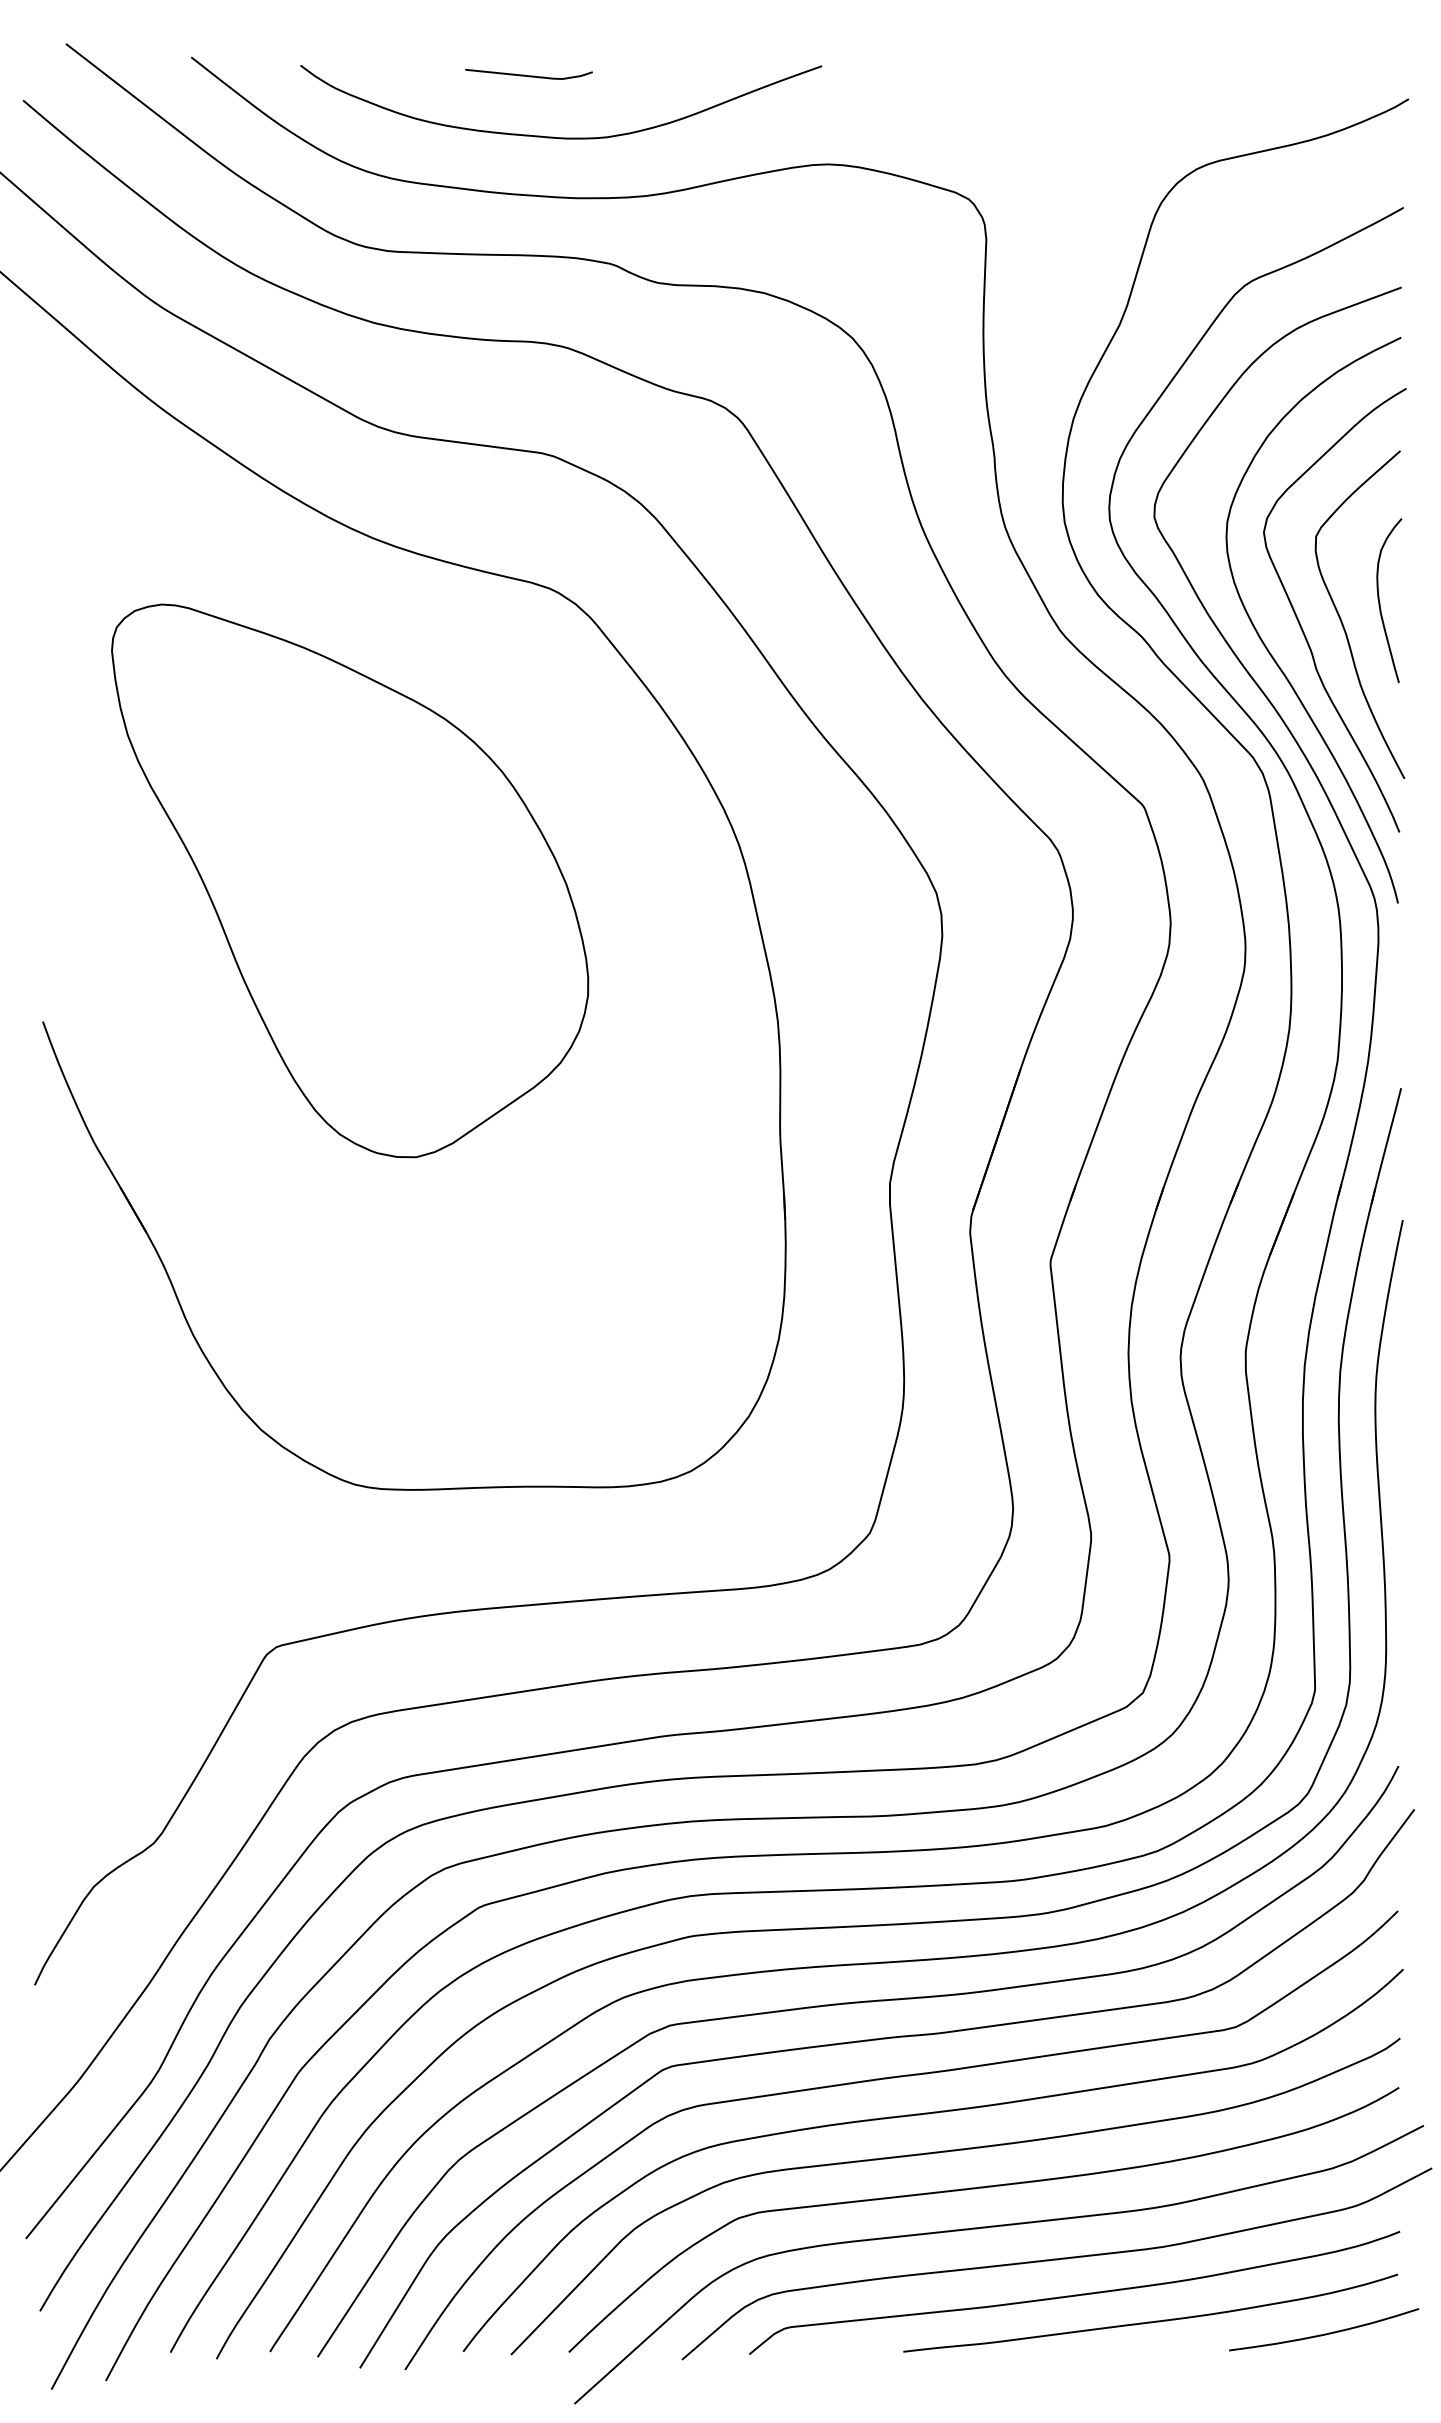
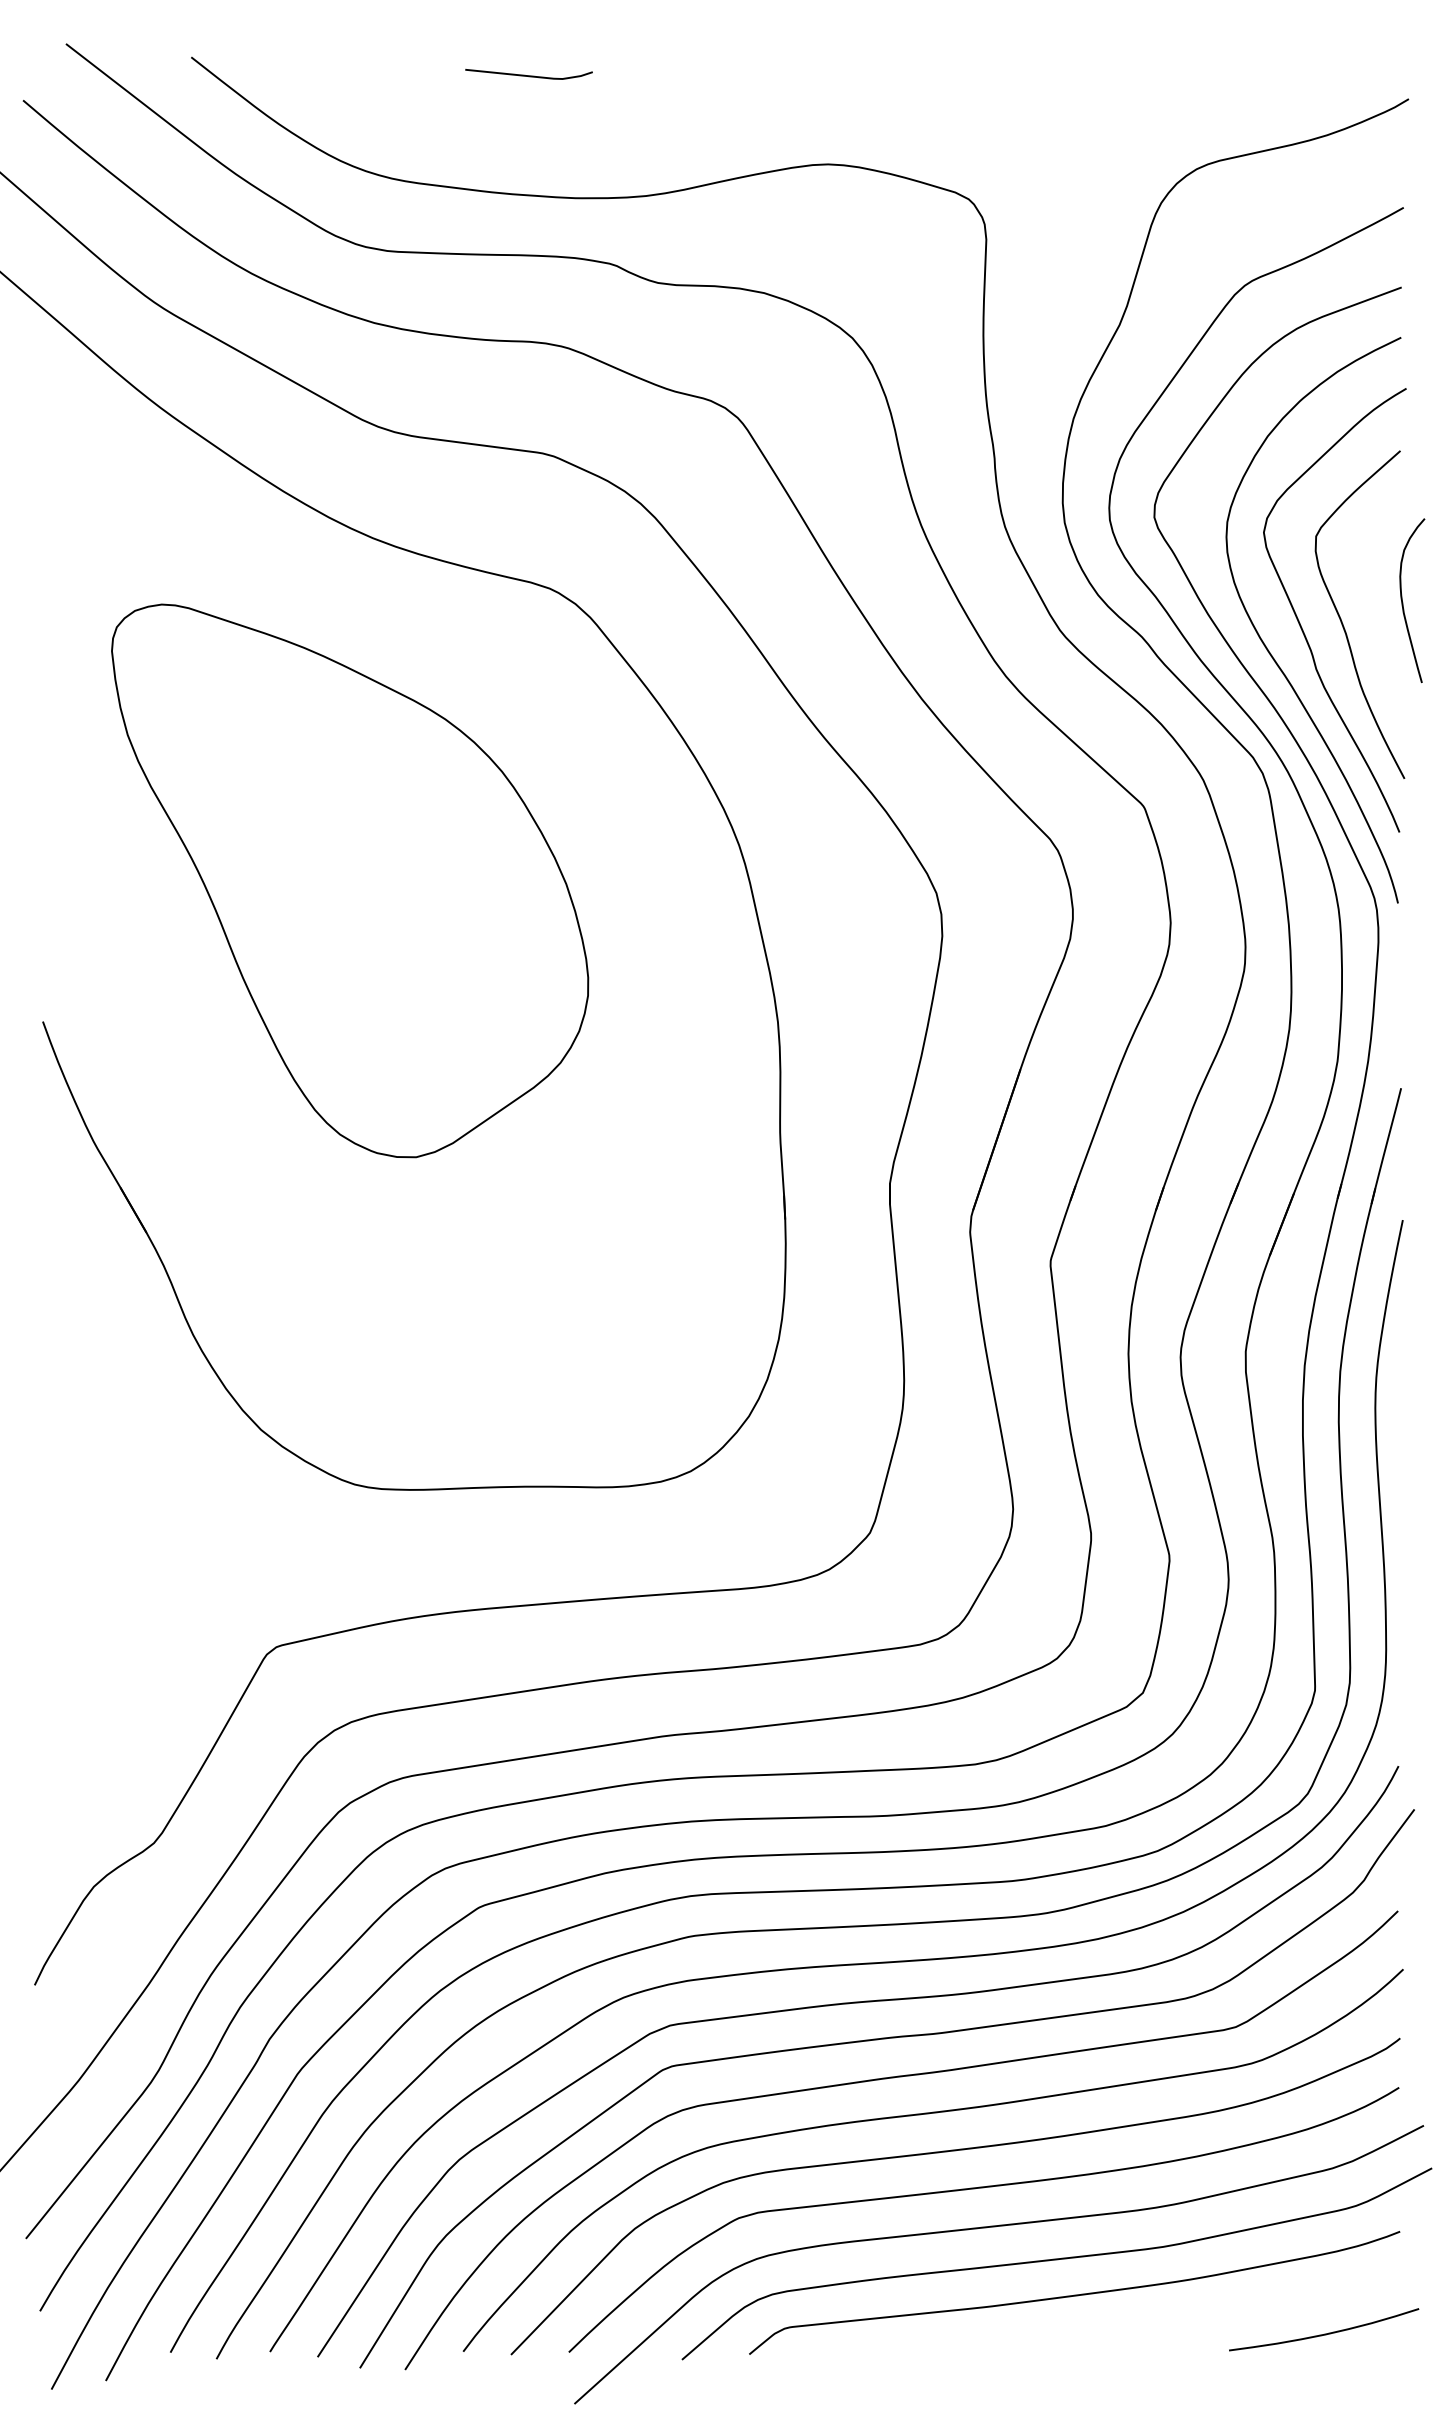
curve at (553, 136): present -> none
curve at (1380, 602) position: (1380, 602) -> (1403, 602)
curve at (1150, 2321): present -> none
